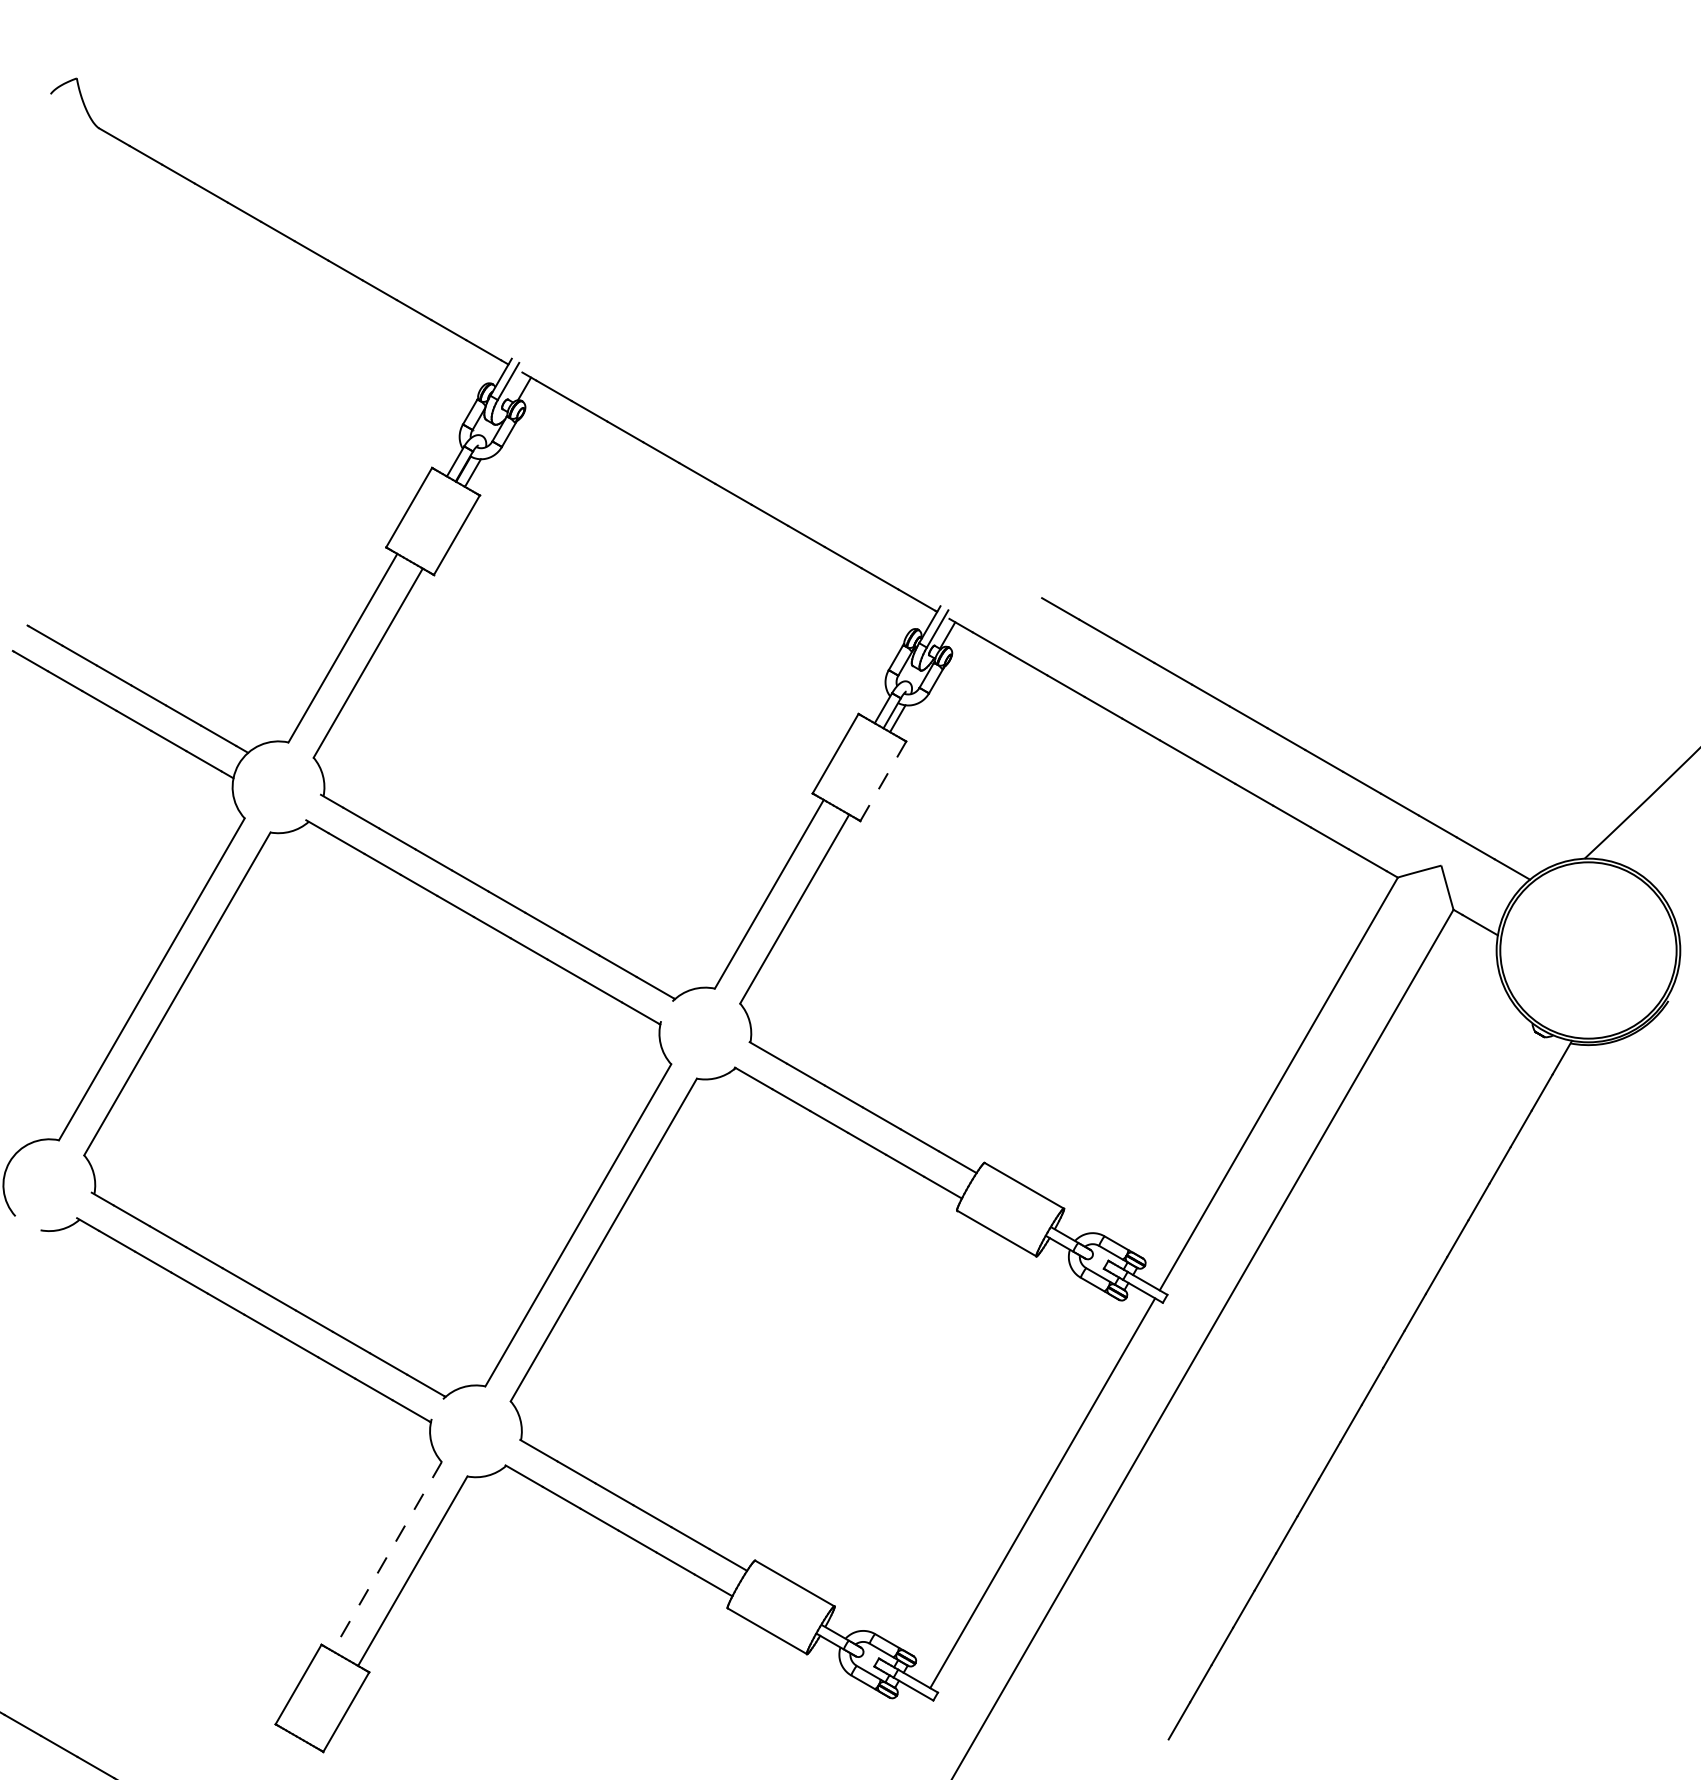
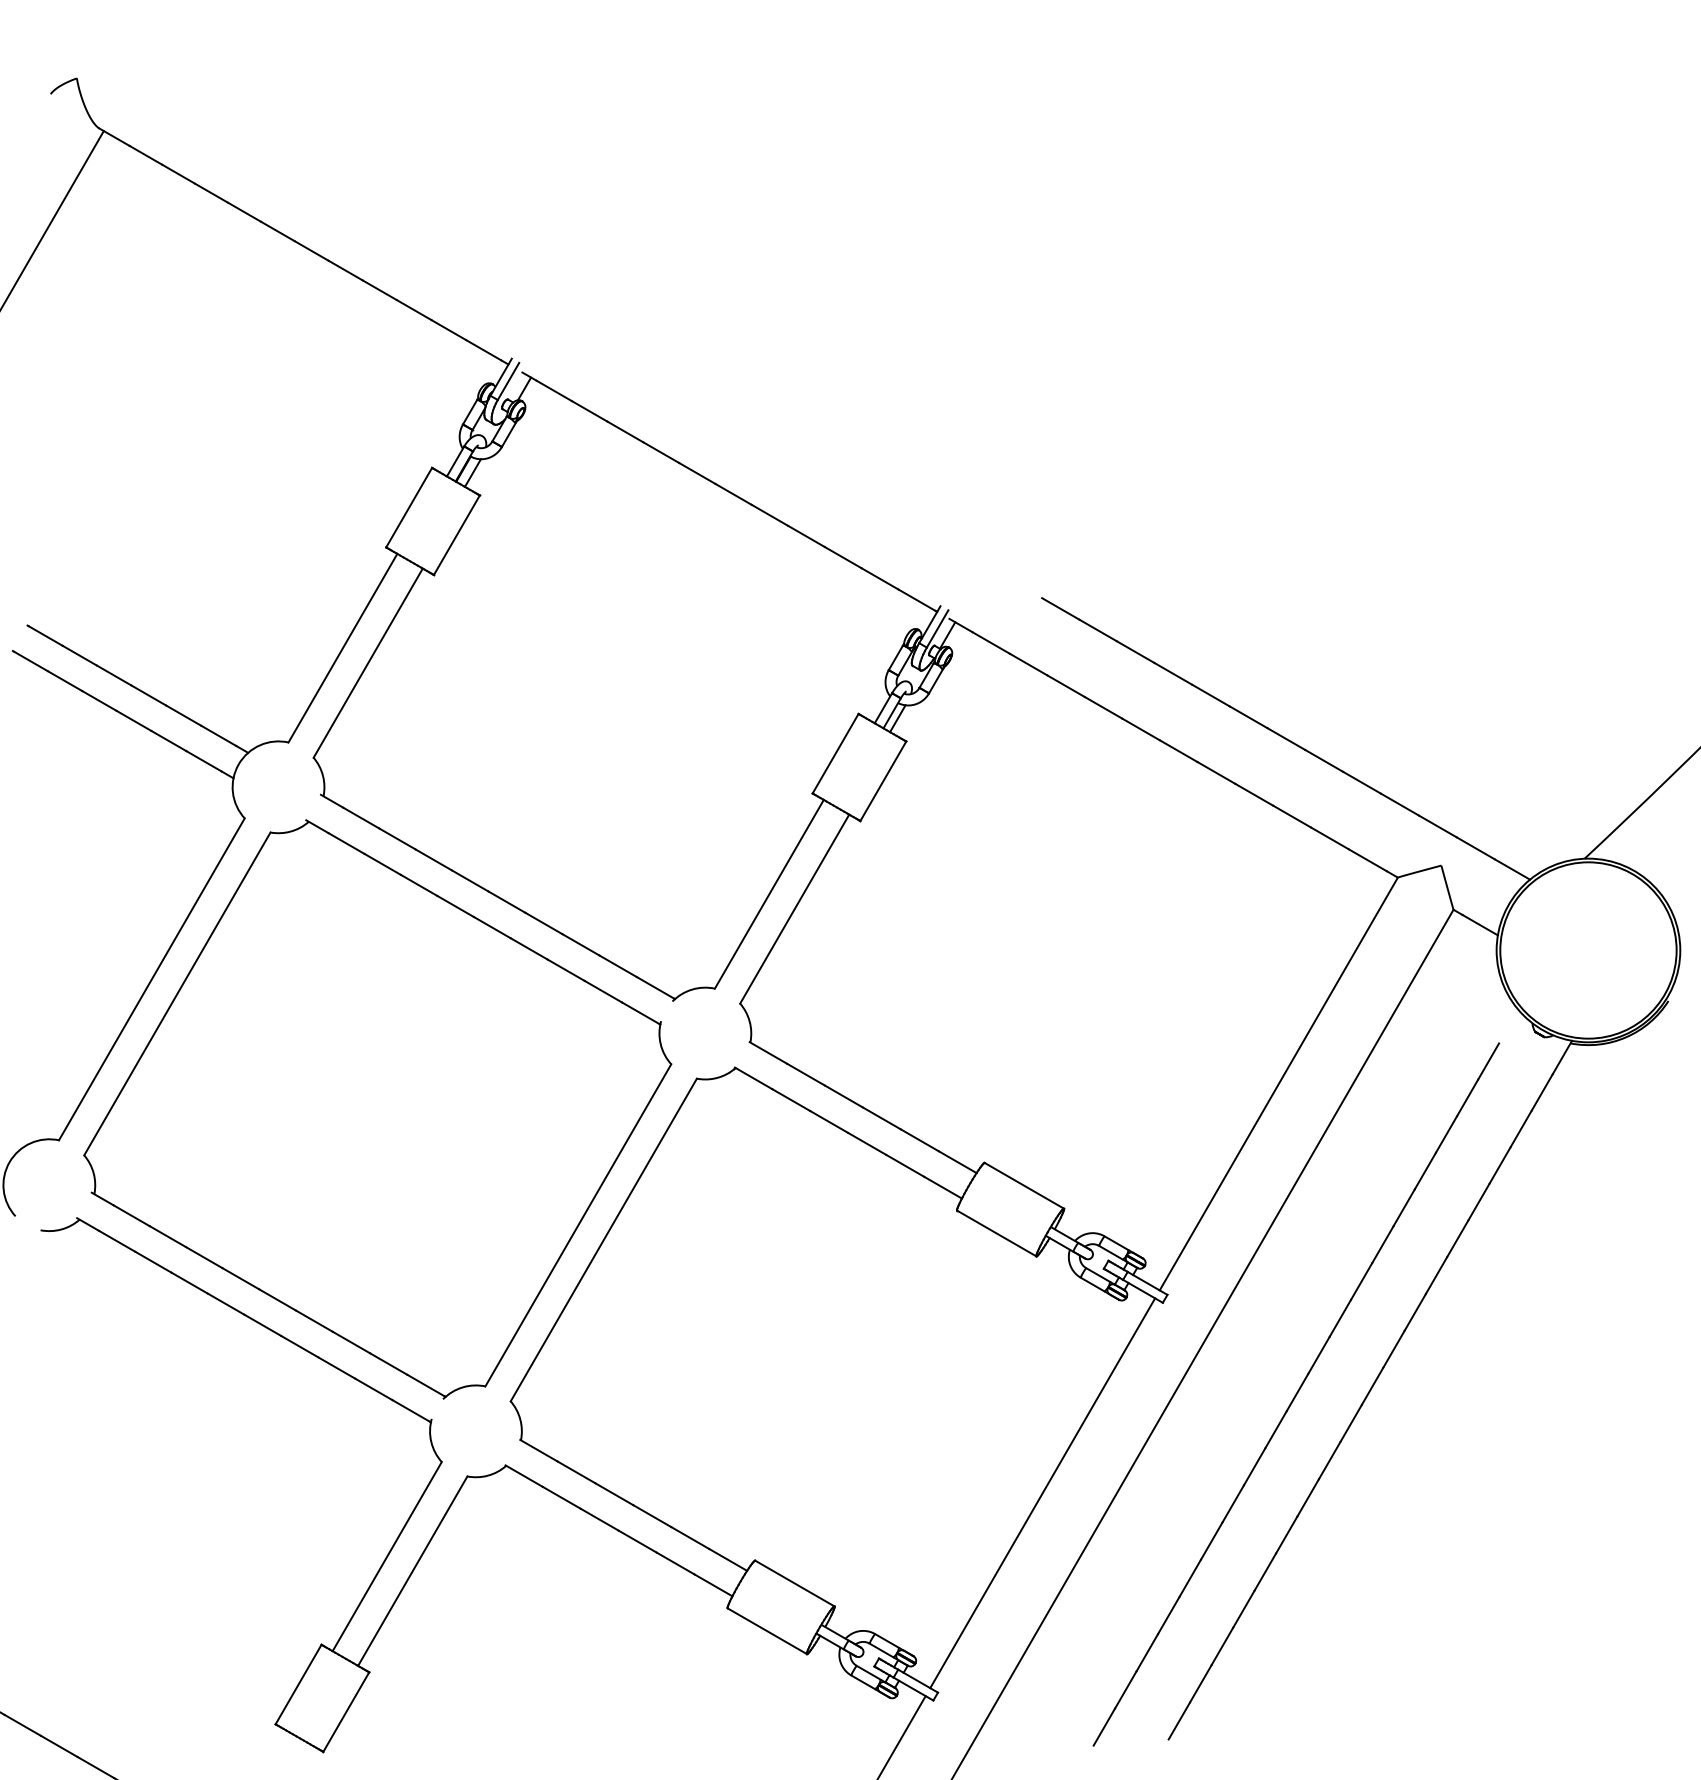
line at (52, 219): none -> present
line at (883, 781): dashed -> solid
line at (1296, 1394): none -> present
line at (386, 1557): dashed -> solid
line at (902, 1736): none -> present
